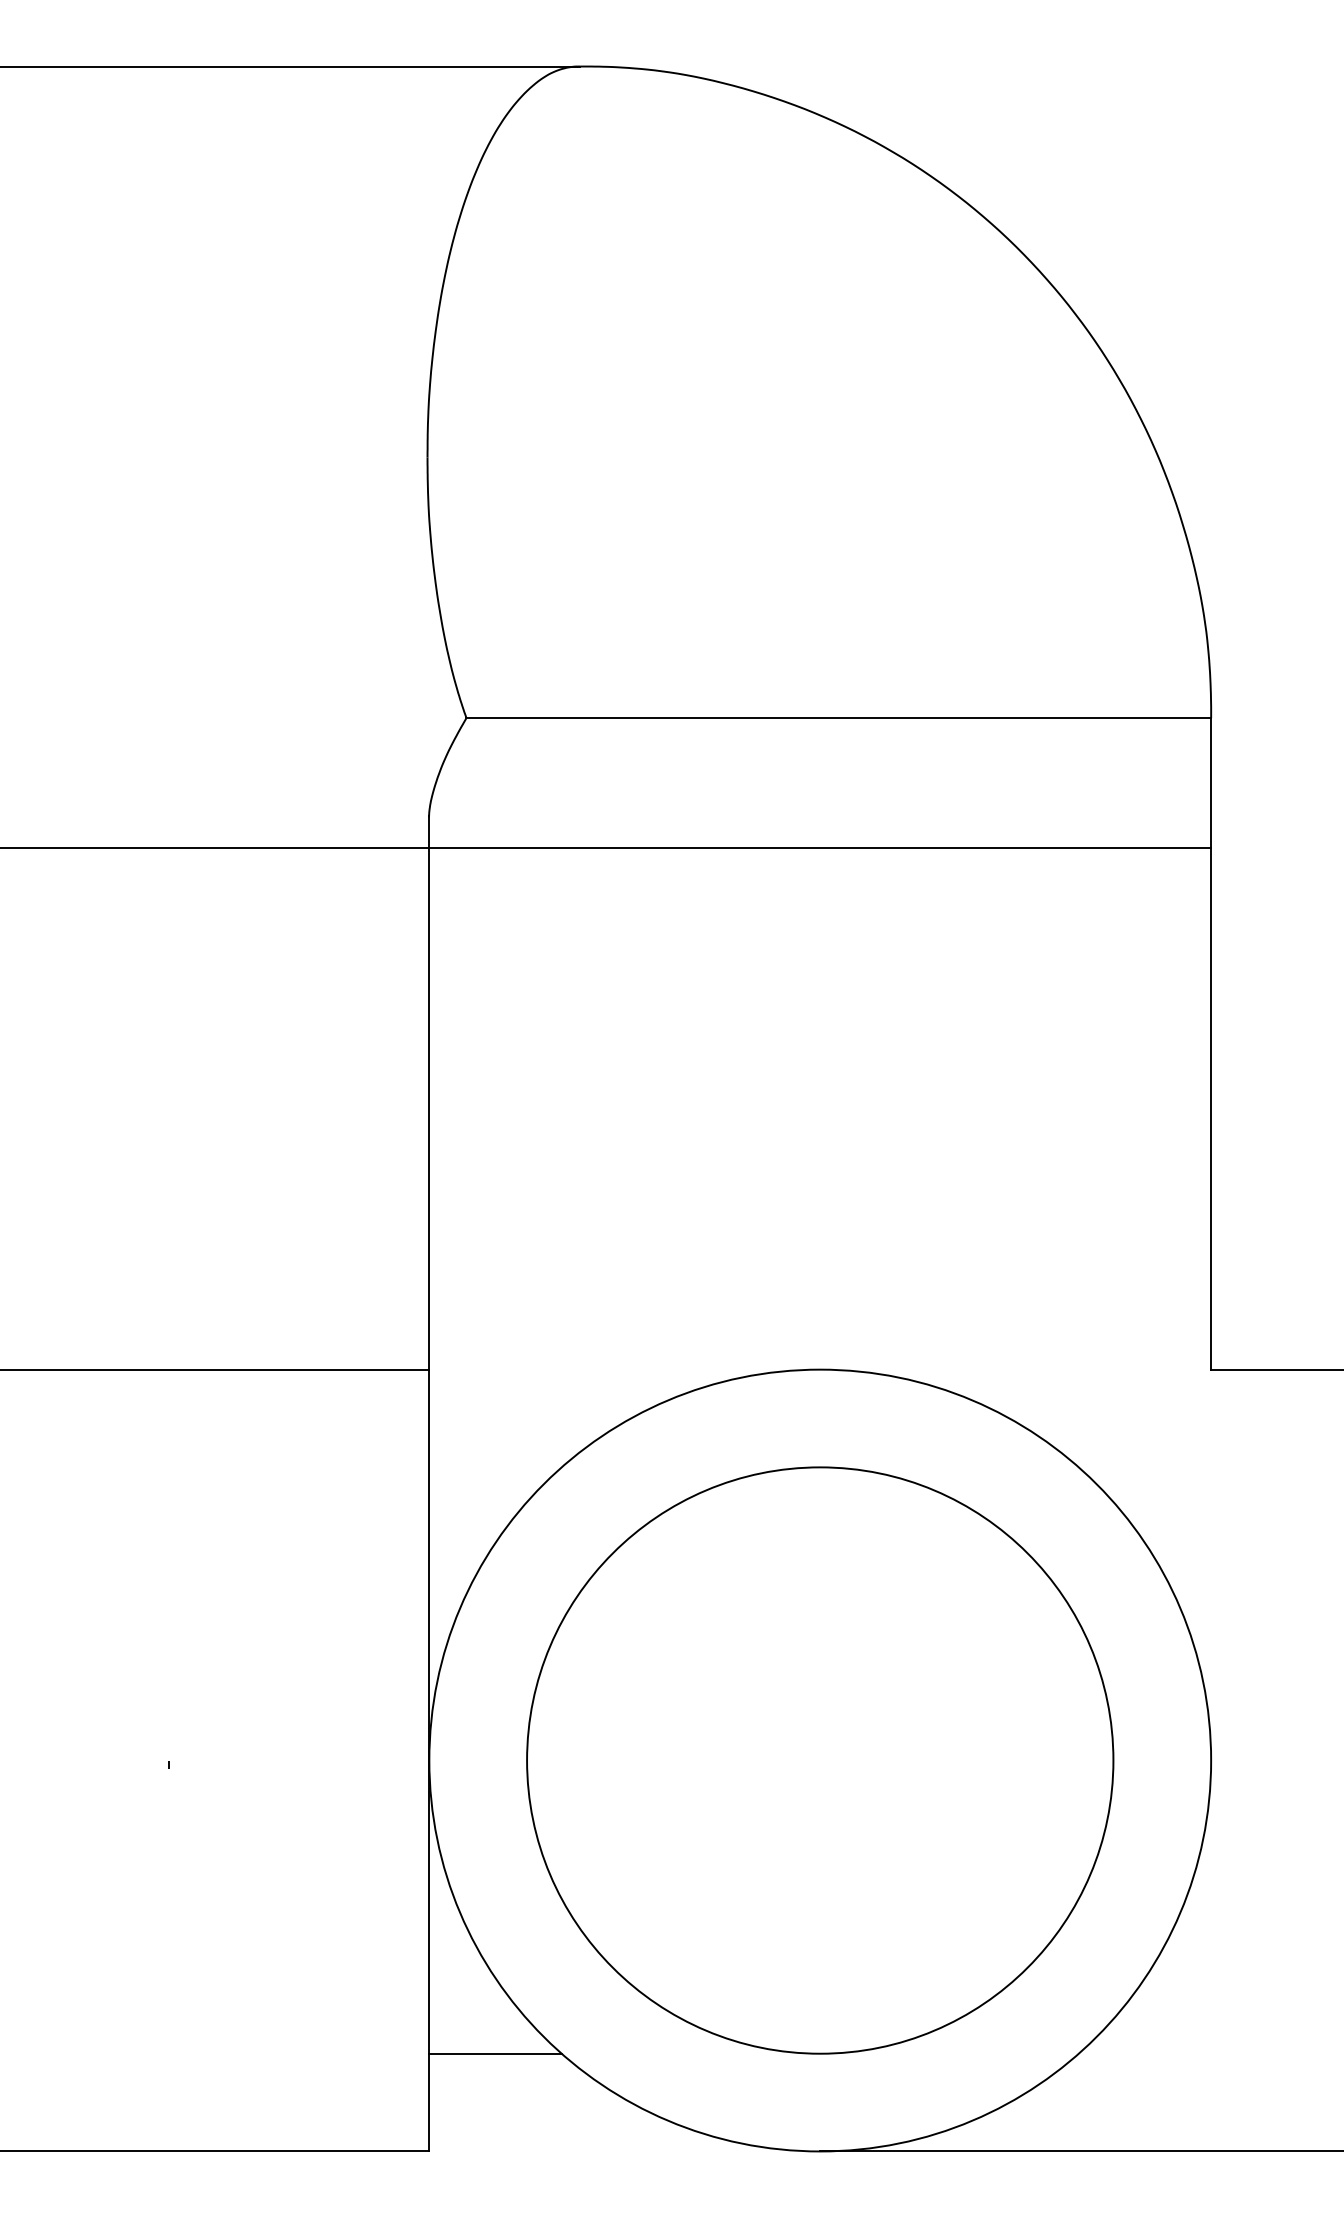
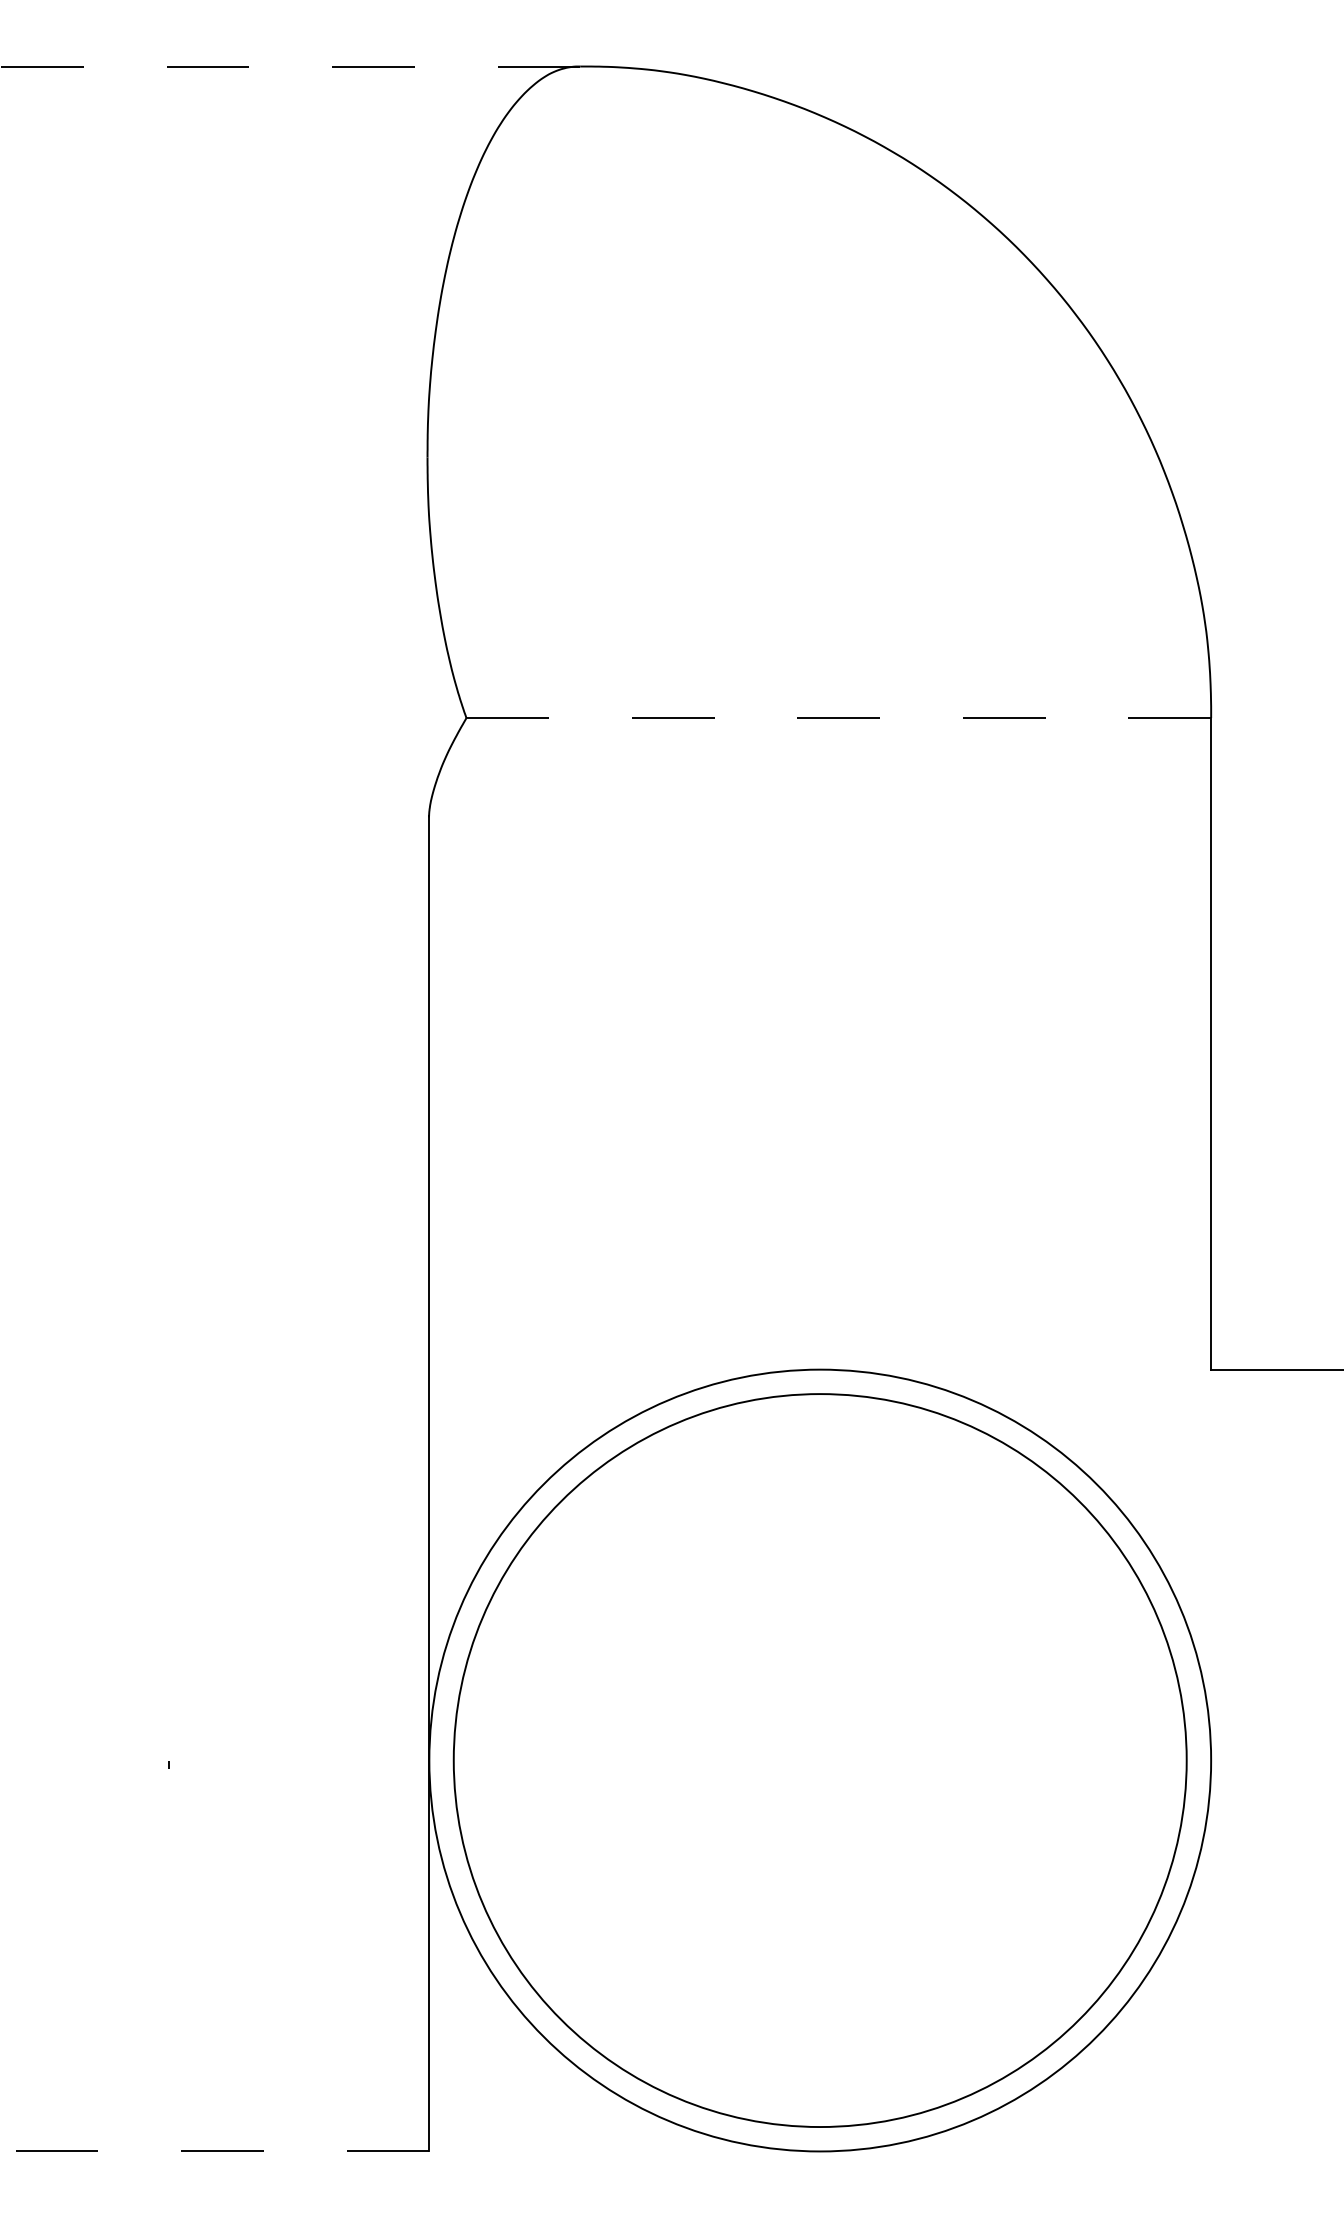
line at (290, 66): solid -> dashed
line at (838, 718): solid -> dashed
line at (606, 848): present -> none
line at (215, 1369): present -> none
circle at (820, 1760) diameter: 586 px -> 733 px
line at (495, 2053): present -> none
line at (215, 2151): solid -> dashed
line at (1080, 2151): present -> none
